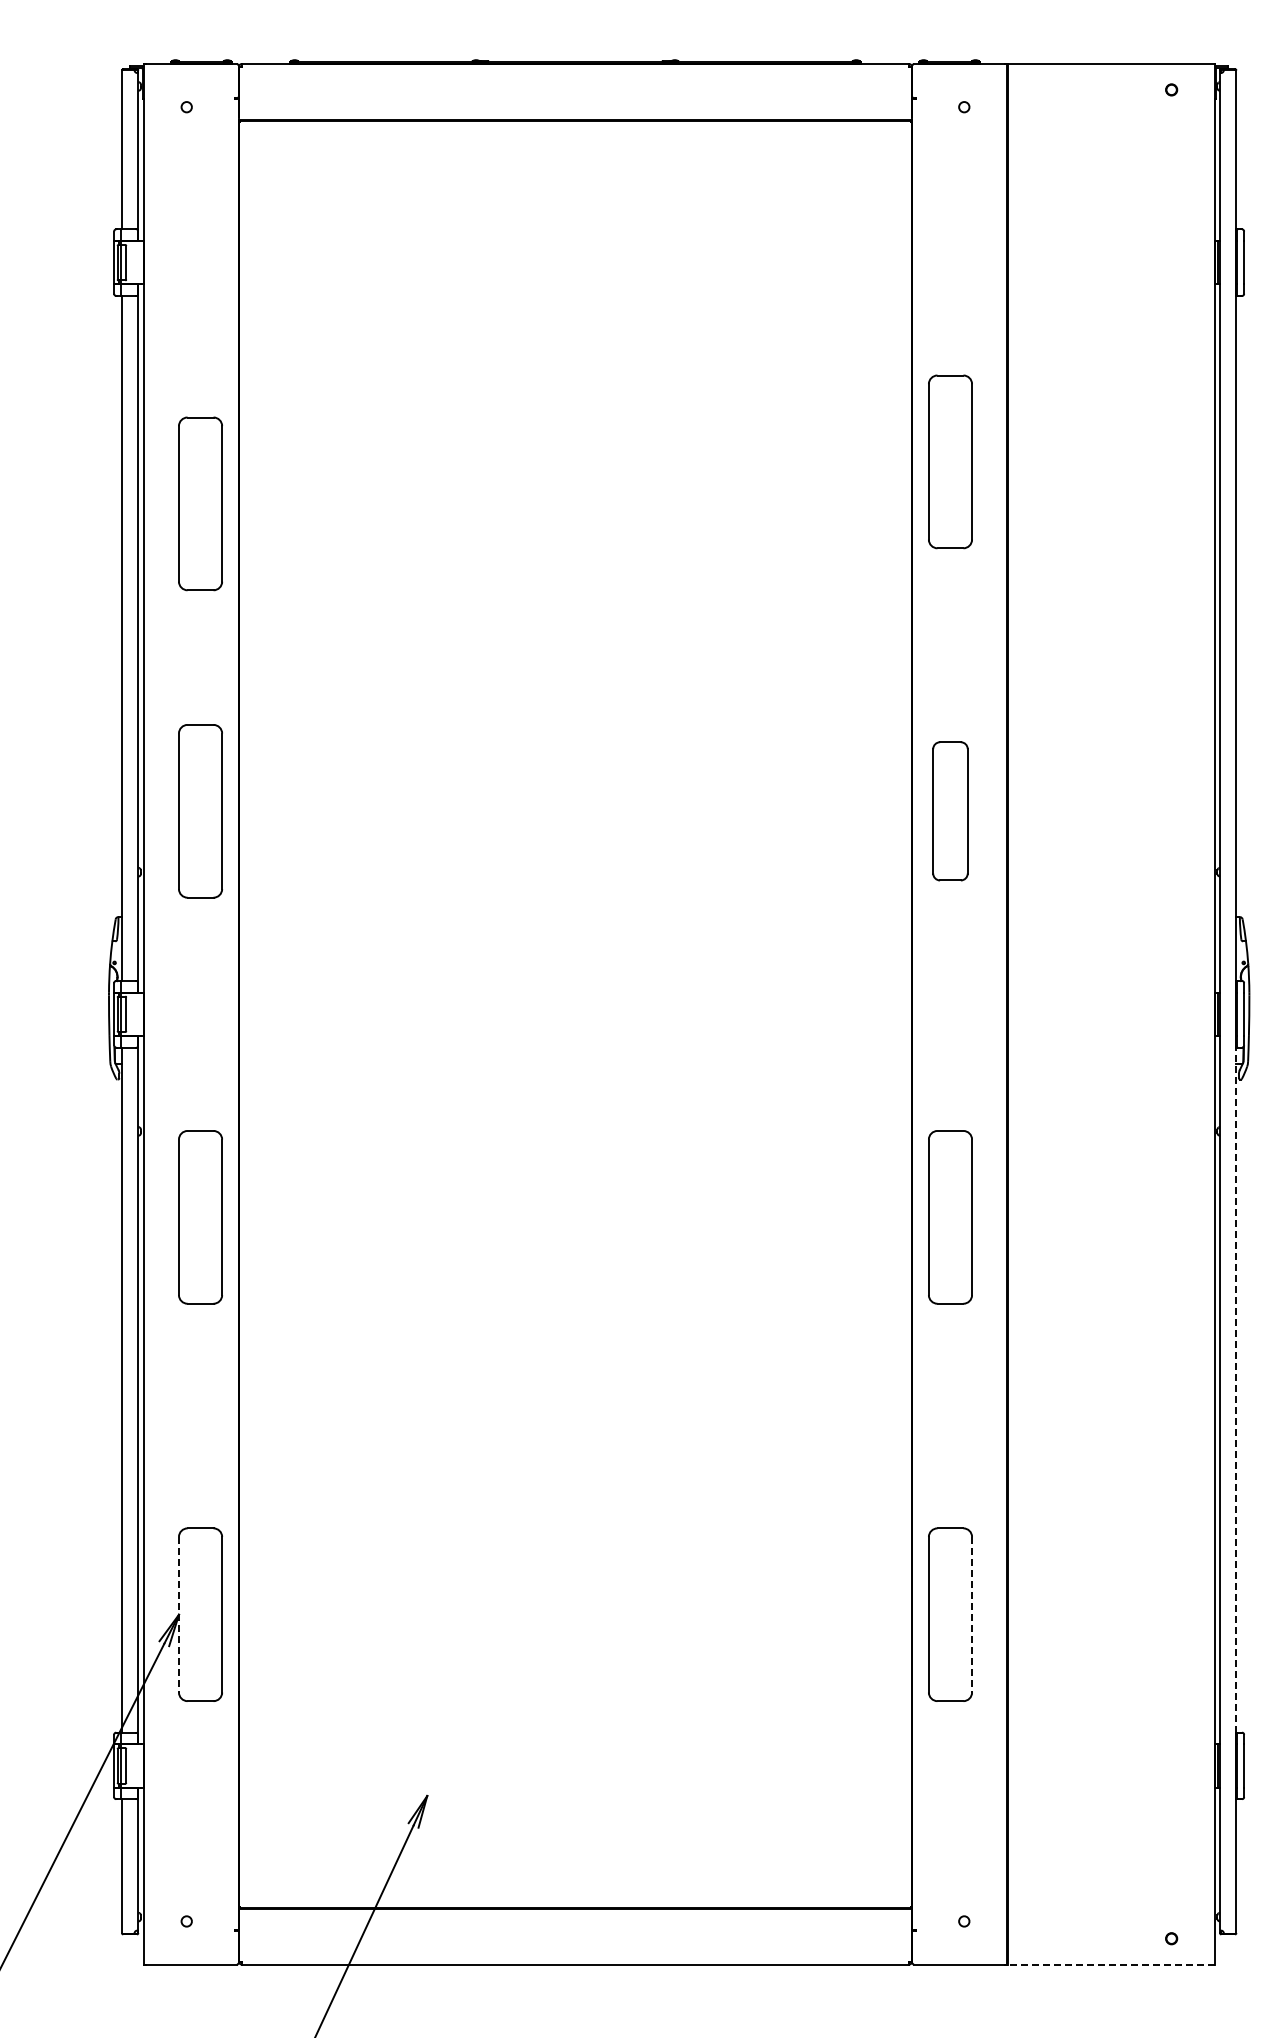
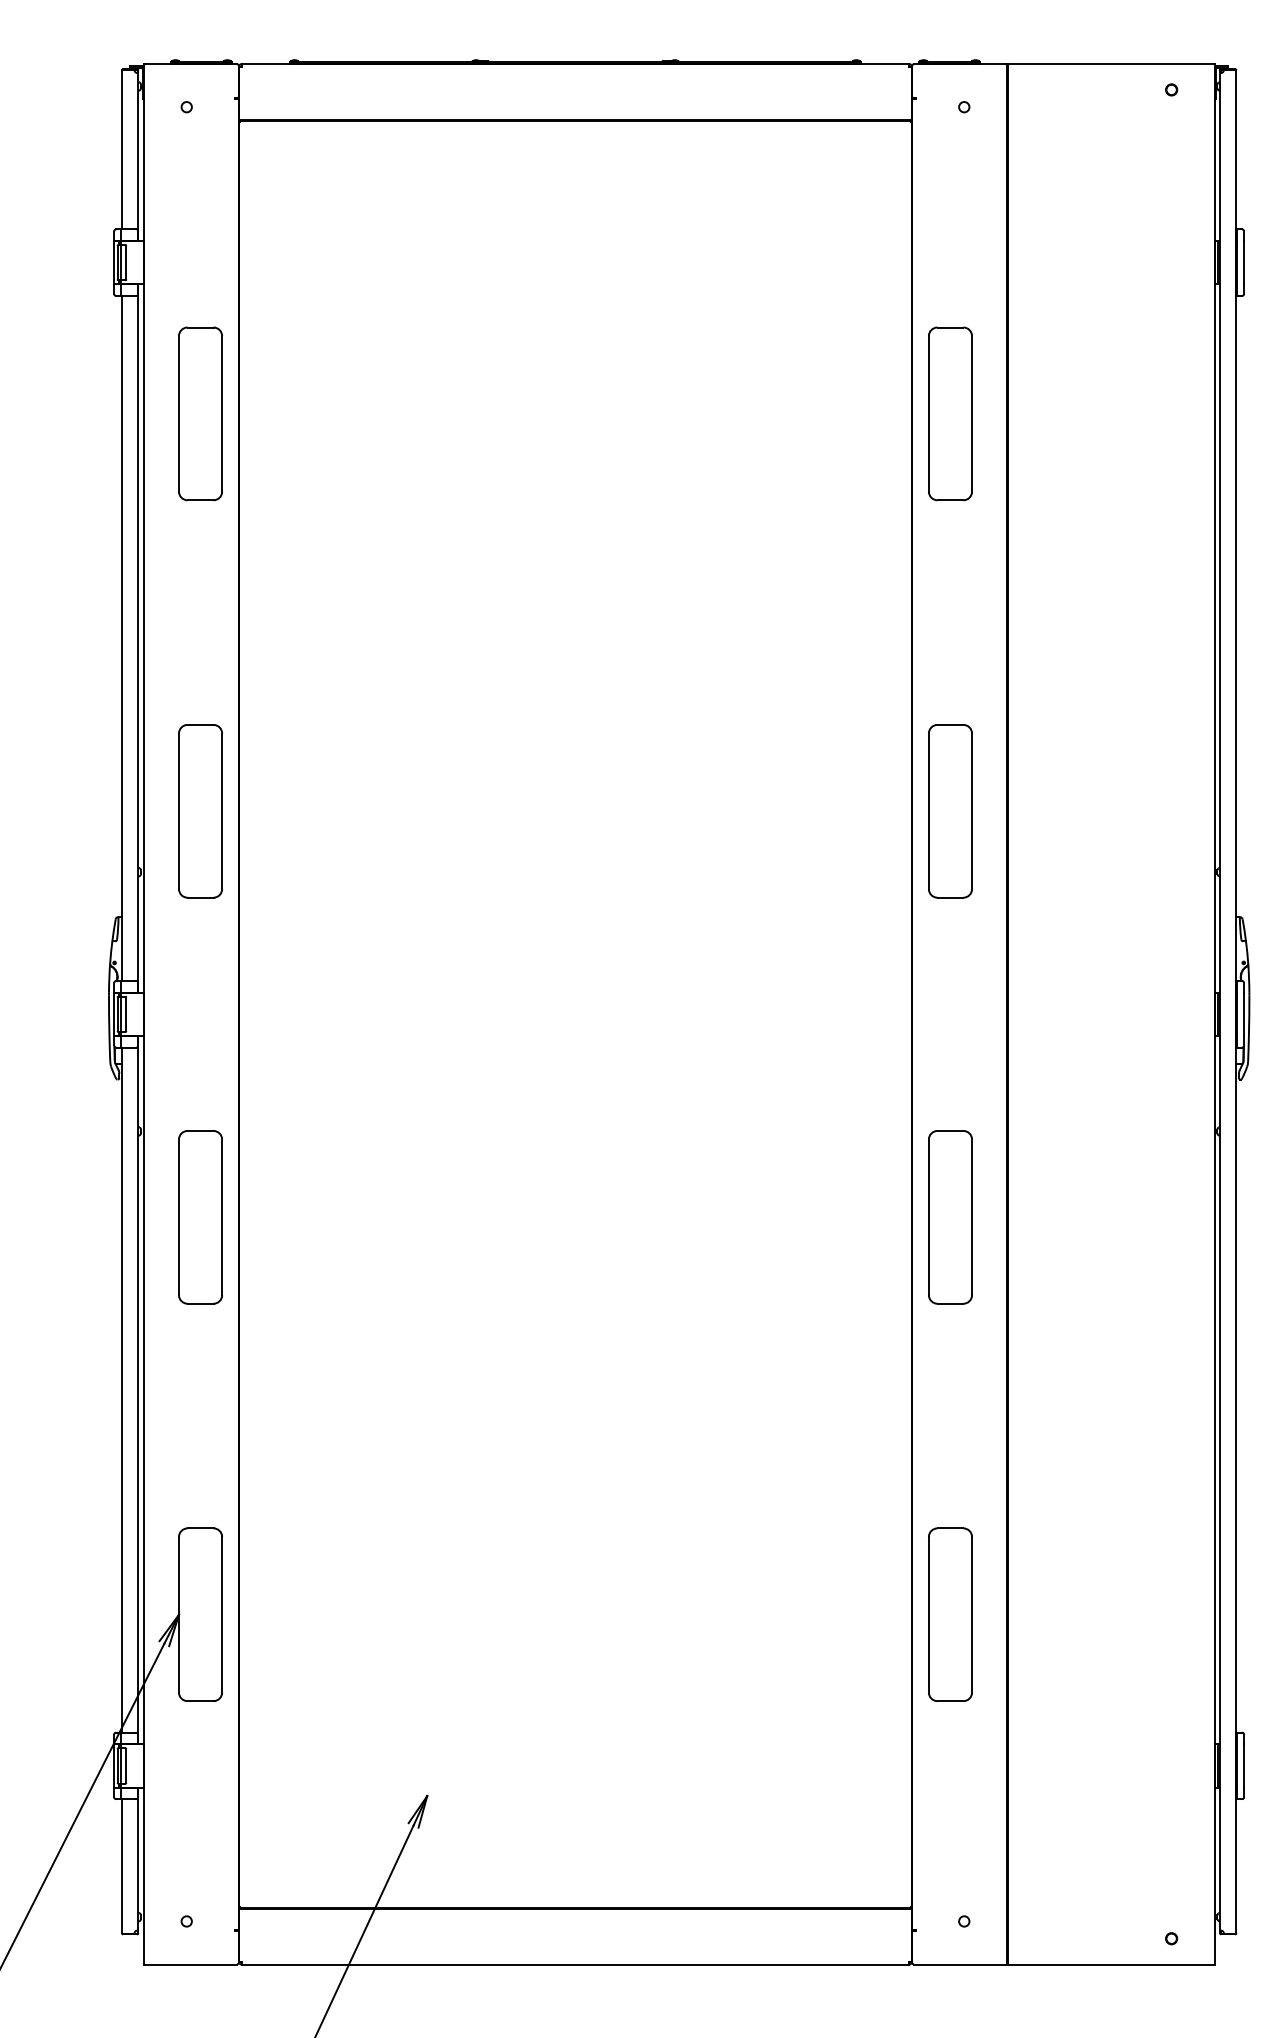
part at (950, 461) position: (950, 461) -> (950, 413)
part at (200, 503) position: (200, 503) -> (200, 413)
part at (950, 811) size: 37x141 px -> 45x175 px
line at (1236, 1390): dashed -> solid
line at (178, 1614): dashed -> solid
line at (972, 1614): dashed -> solid
line at (1110, 1964): dashed -> solid
